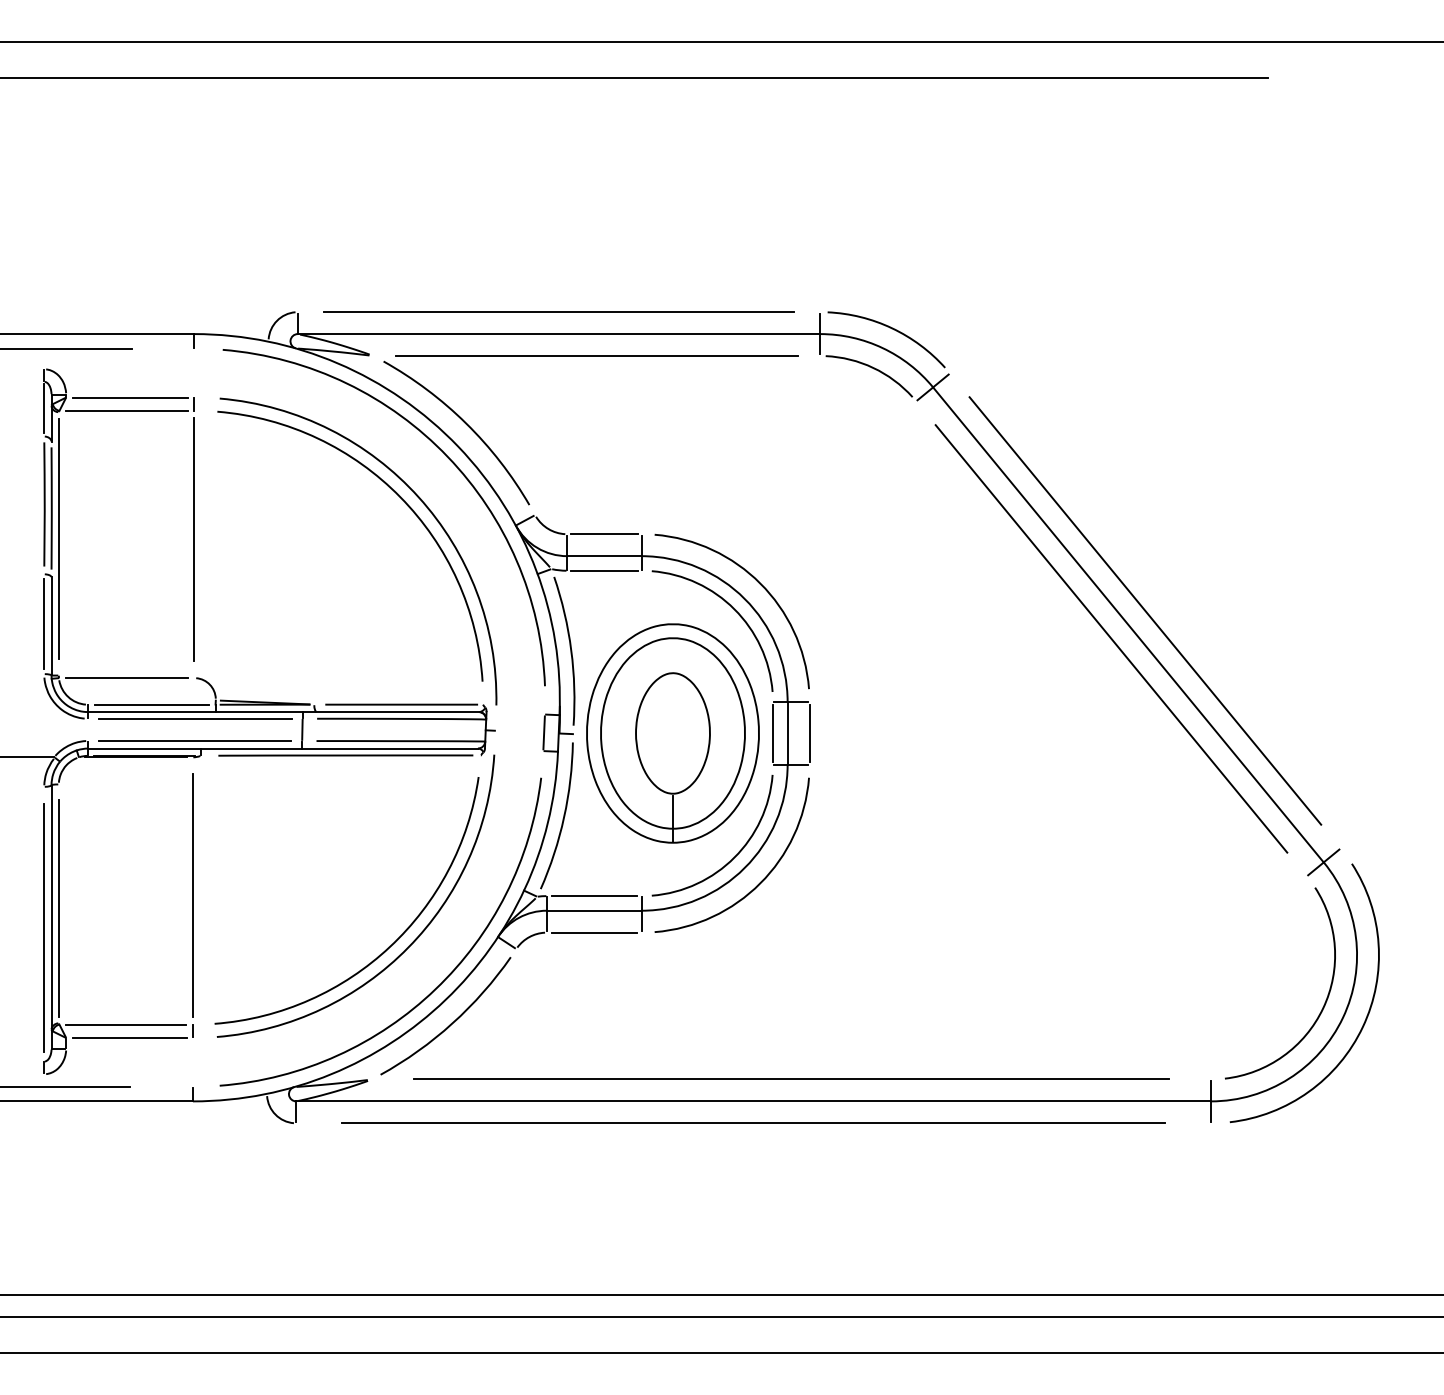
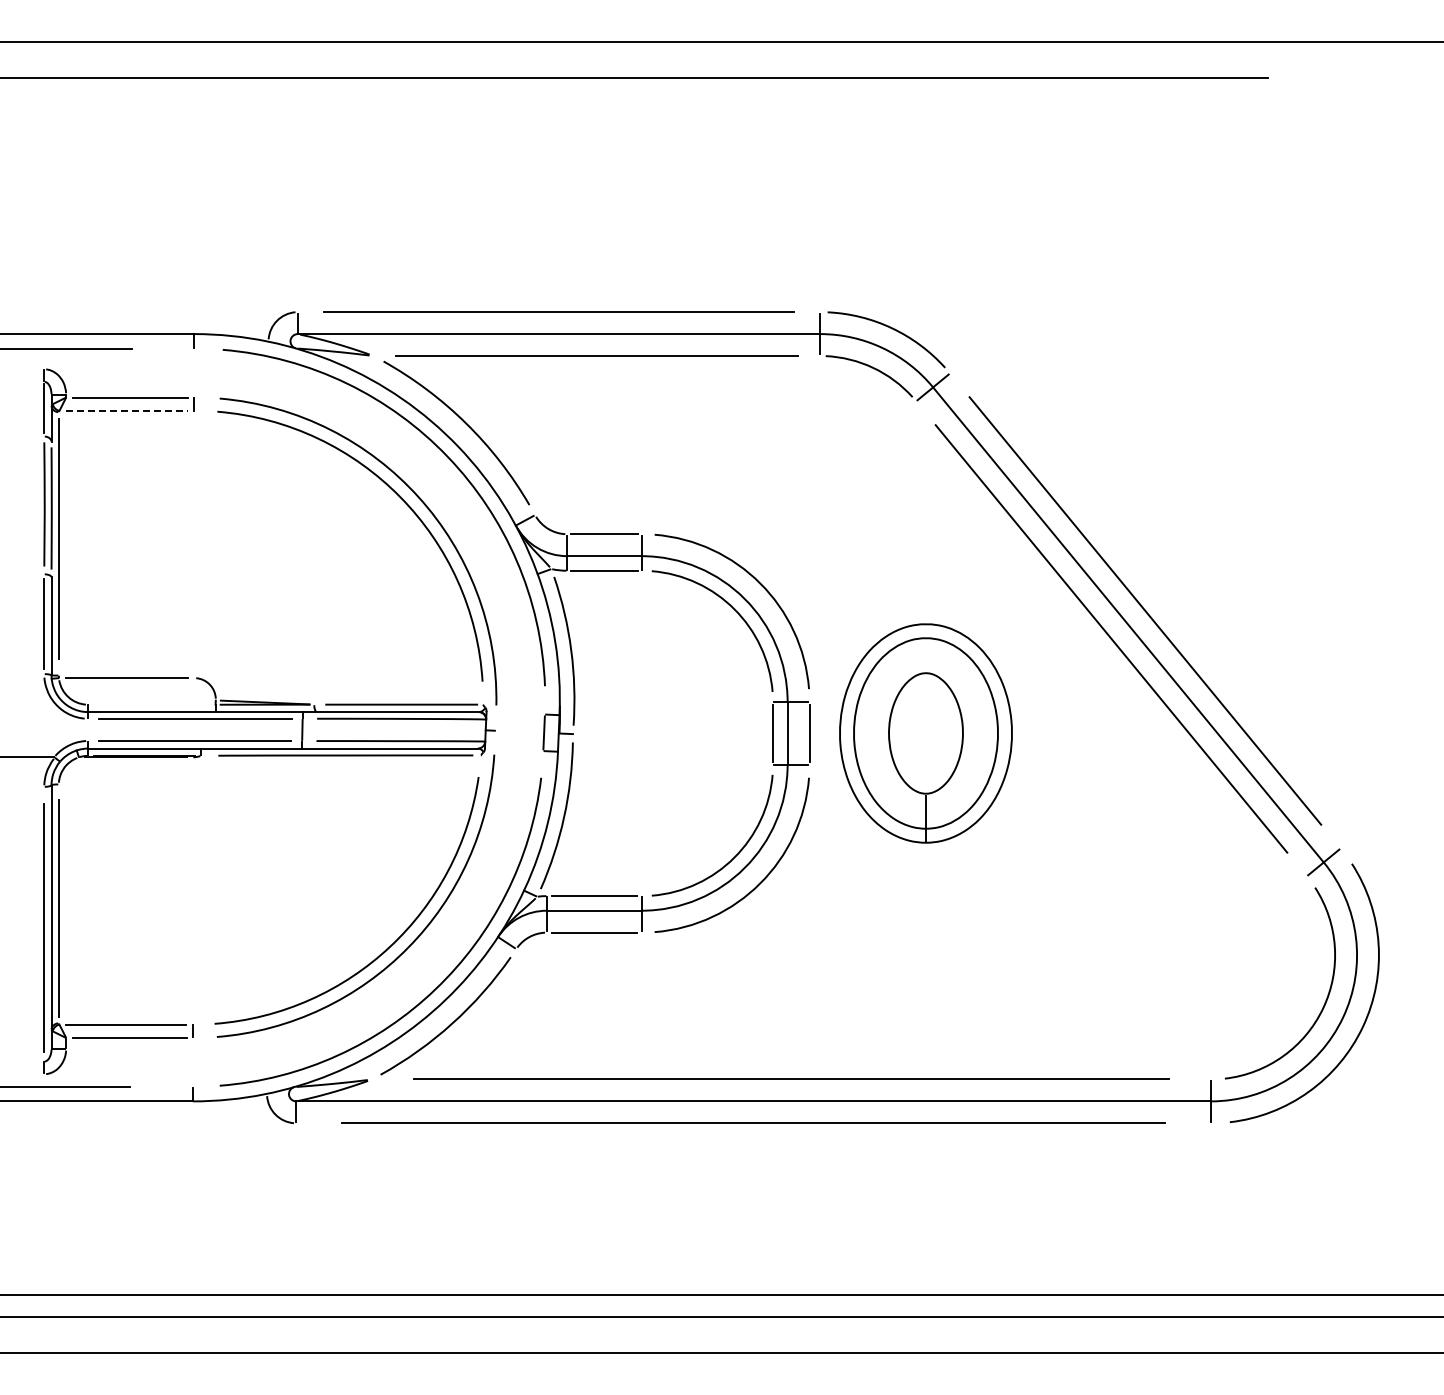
line at (127, 410): solid -> dashed
line at (194, 539): present -> none
line at (151, 704): present -> none
part at (672, 733) position: (672, 733) -> (925, 733)
line at (192, 895): present -> none
